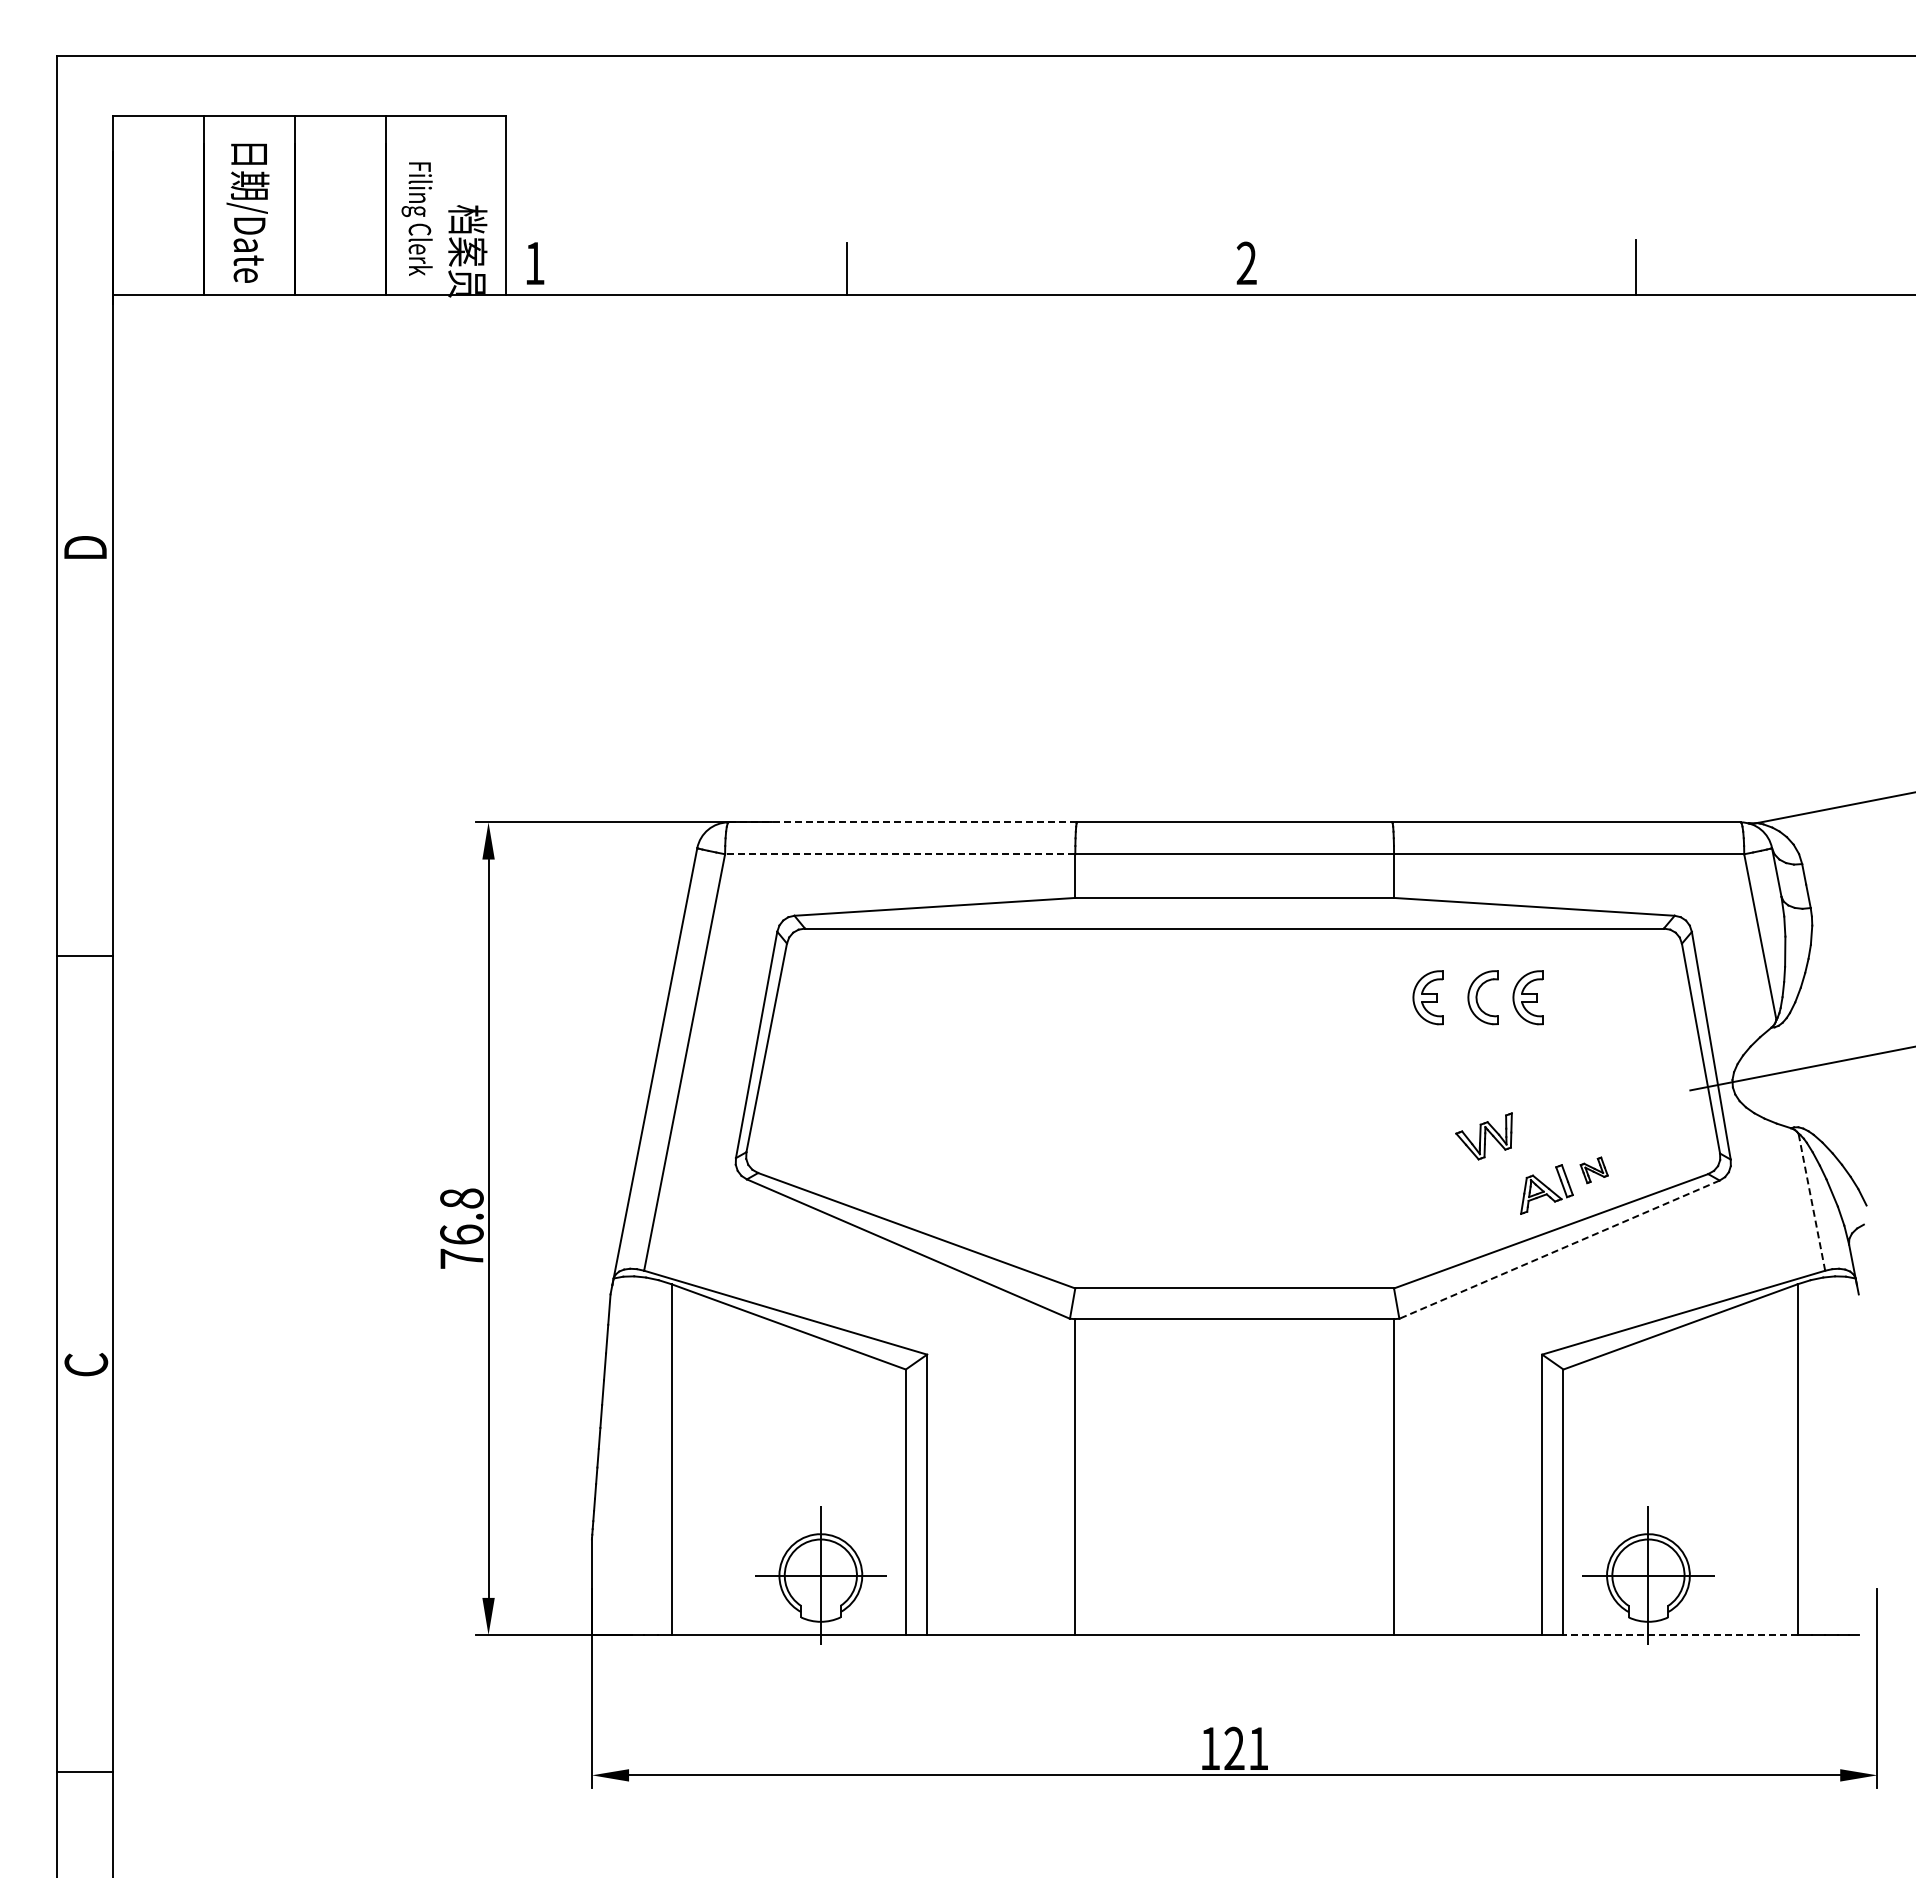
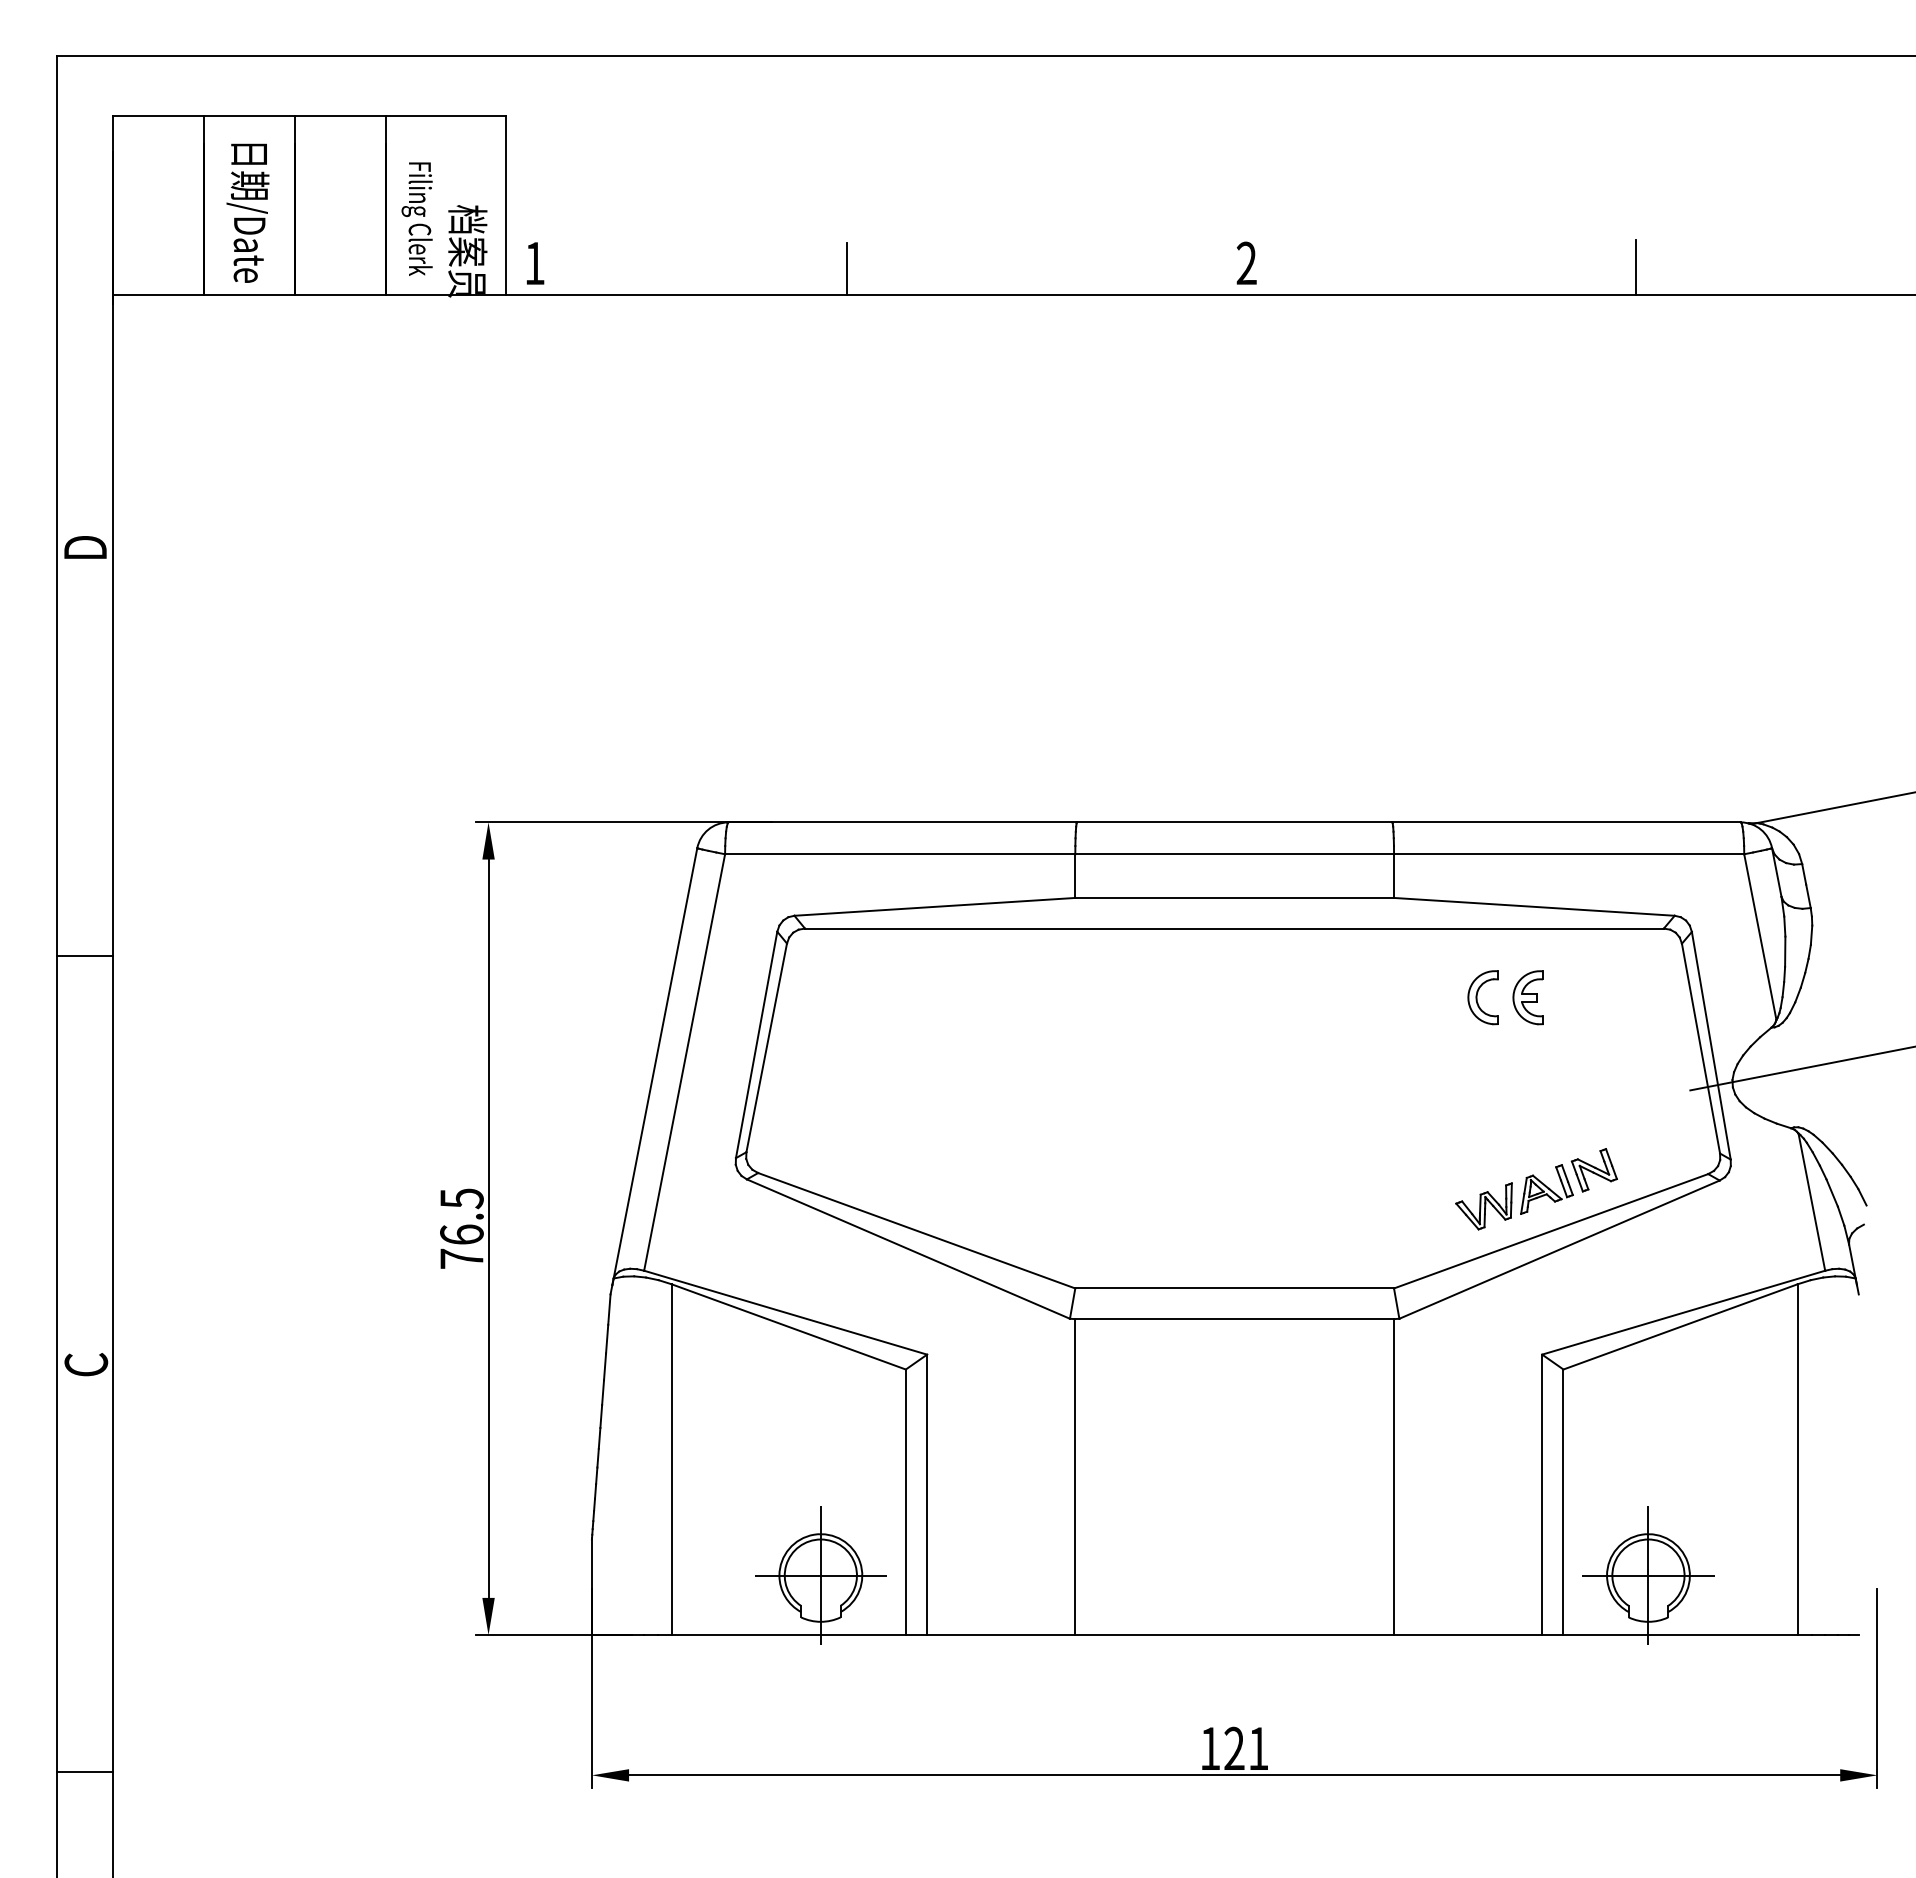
line at (903, 822): dashed -> solid
line at (899, 854): dashed -> solid
part at (1427, 997): present -> none
part at (1483, 1136) position: (1483, 1136) -> (1483, 1206)
part at (1593, 1170) size: 30x29 px -> 48x45 px
text at (461, 1198): 76.8 -> 76.5
line at (1811, 1202): dashed -> solid
line at (1559, 1249): dashed -> solid
line at (1680, 1635): dashed -> solid
